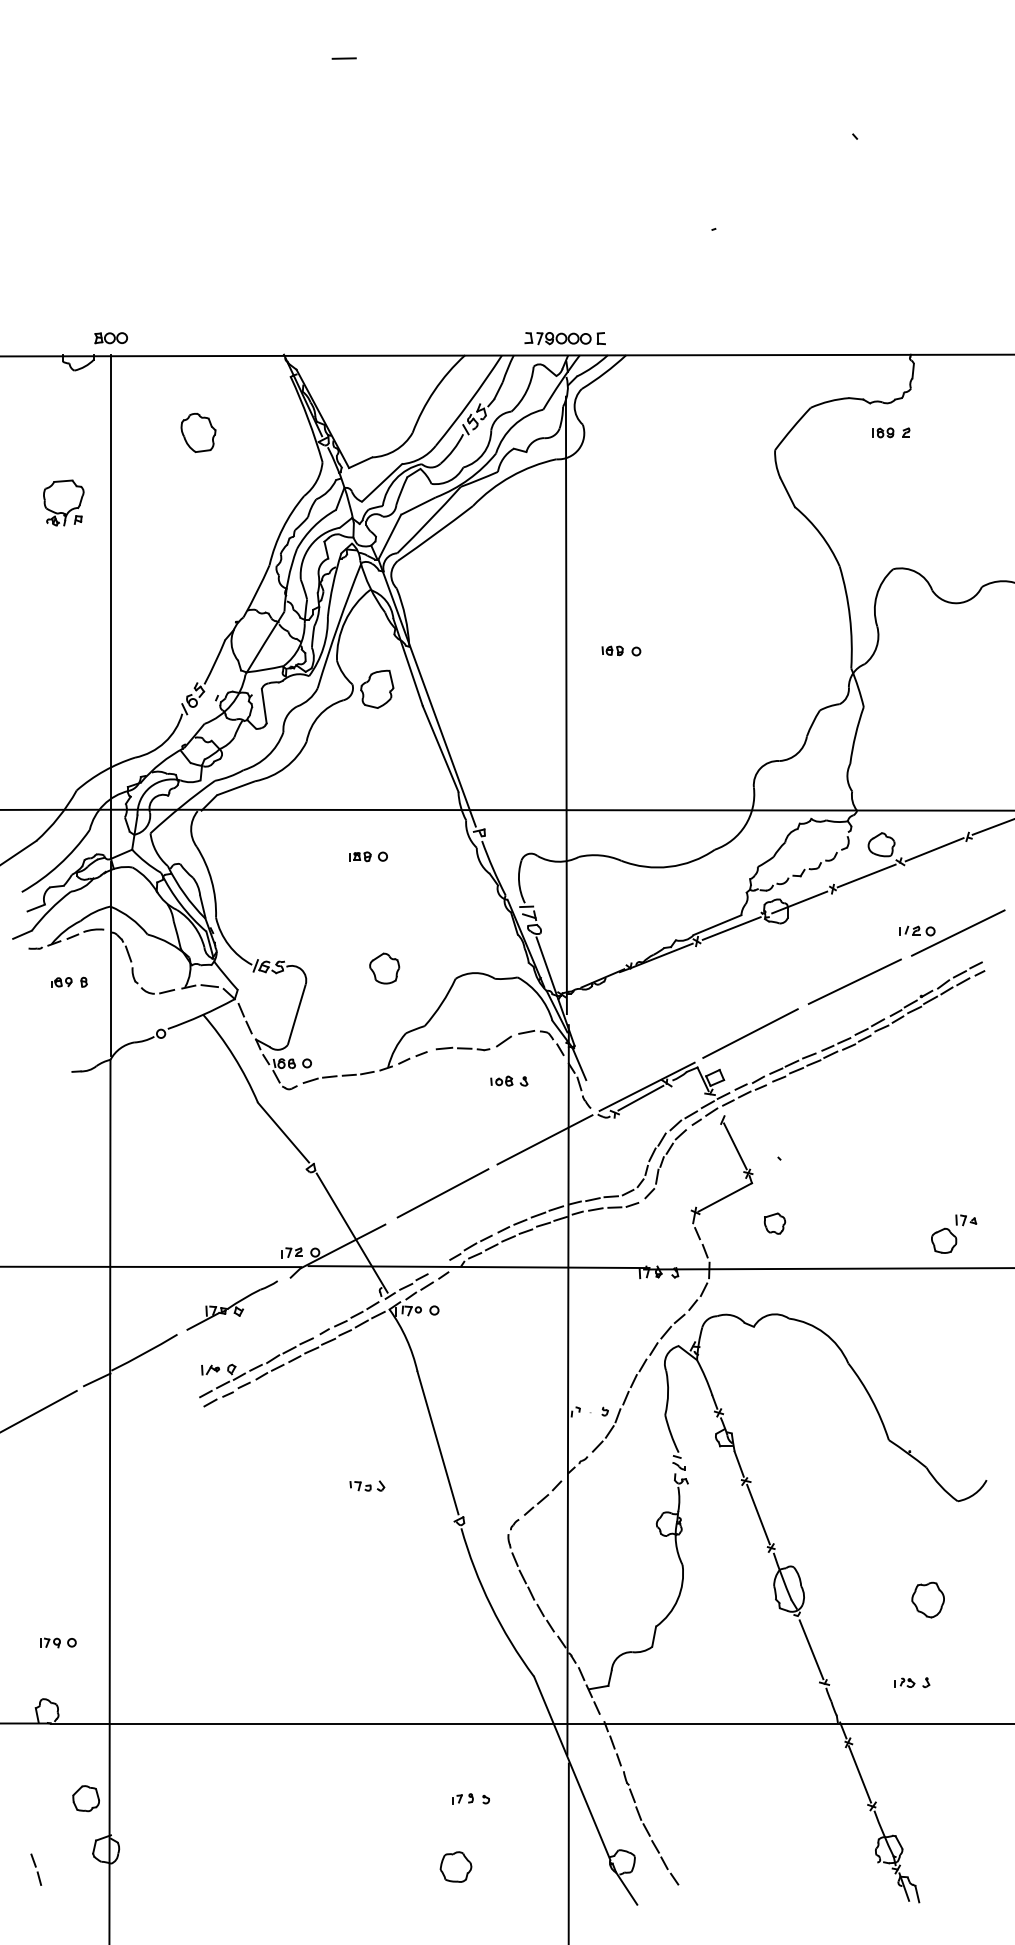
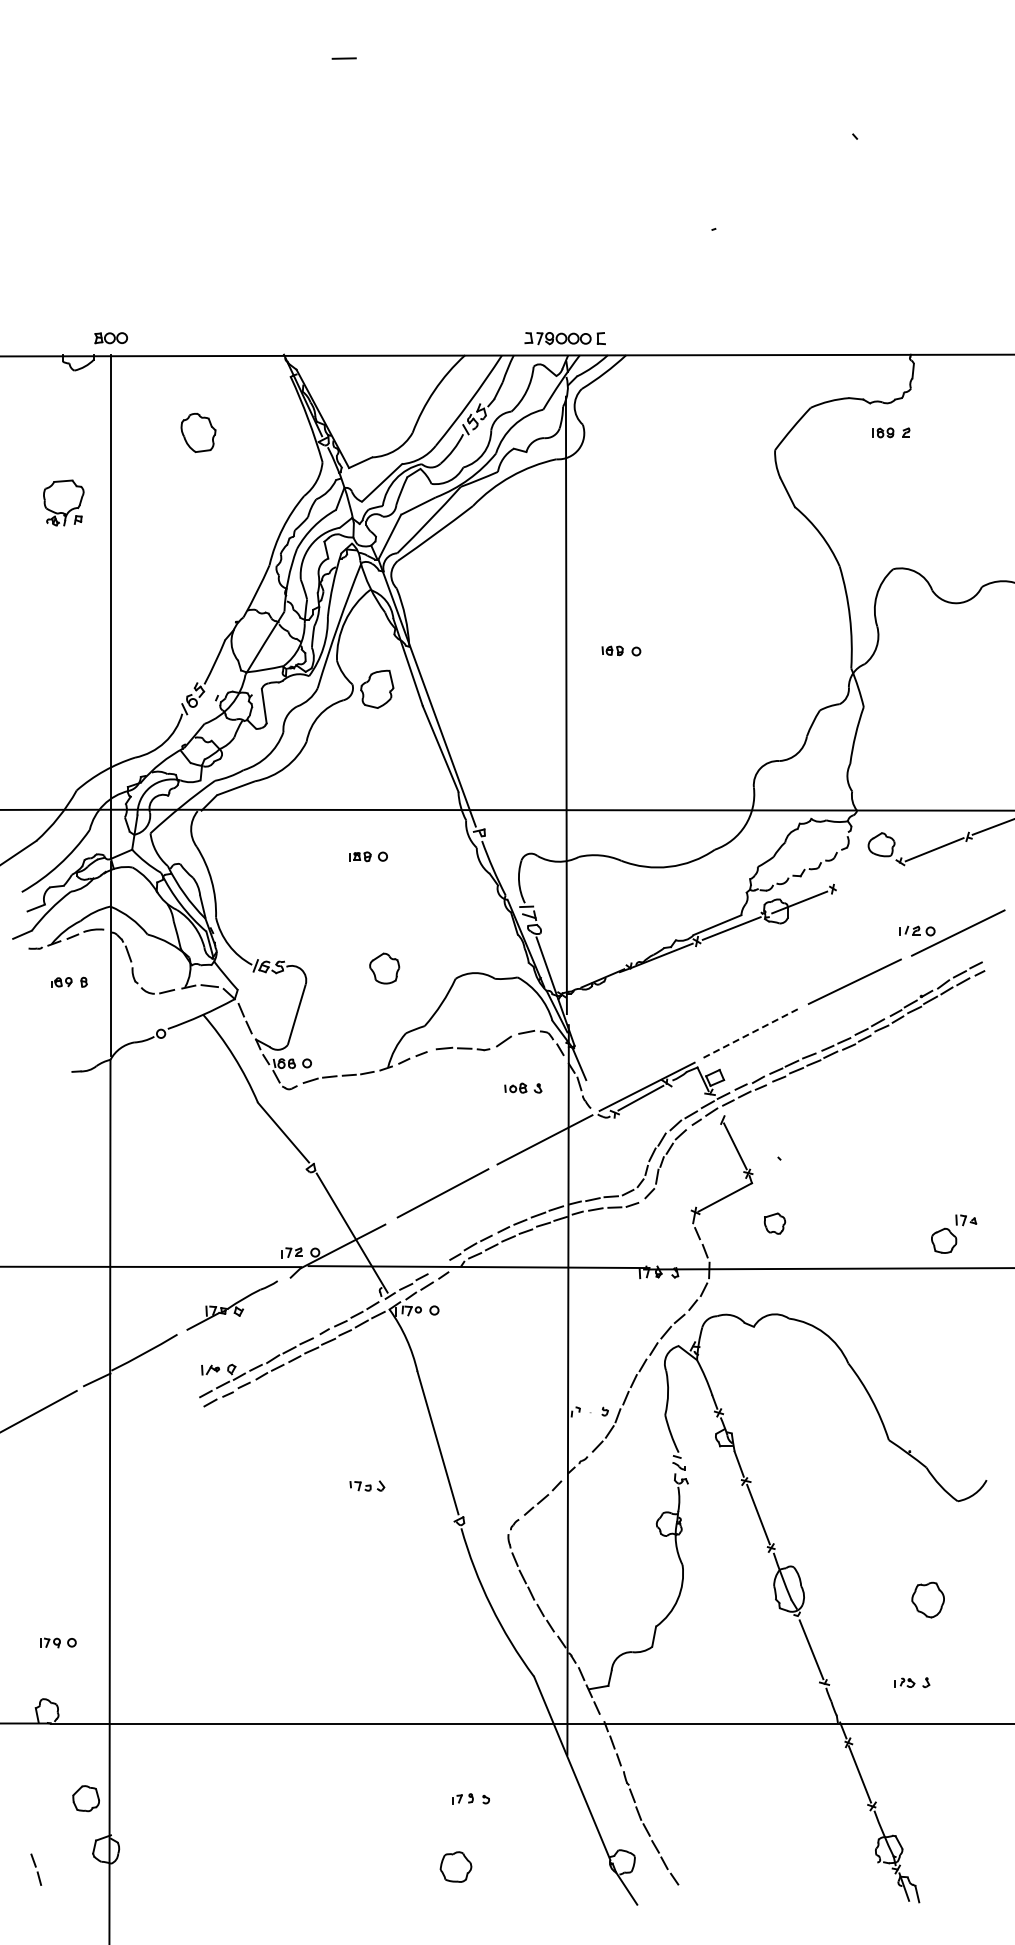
line at (866, 875): present -> none
line at (750, 1033): solid -> dashed
part at (509, 1080) position: (509, 1080) -> (523, 1087)
line at (568, 1852): present -> none
